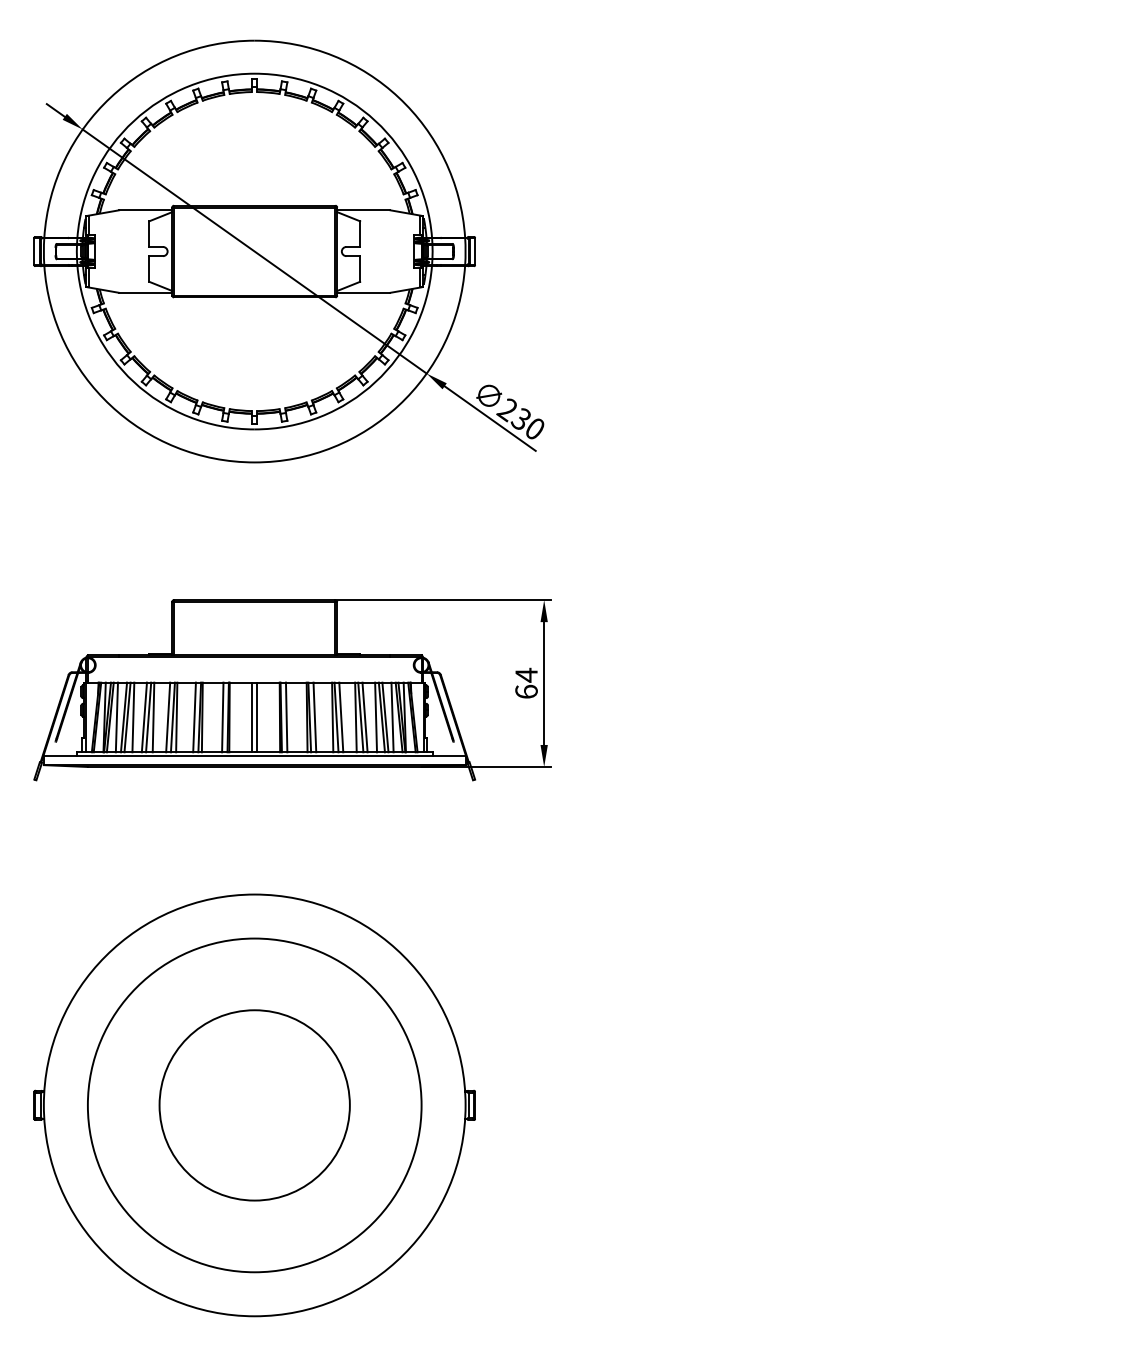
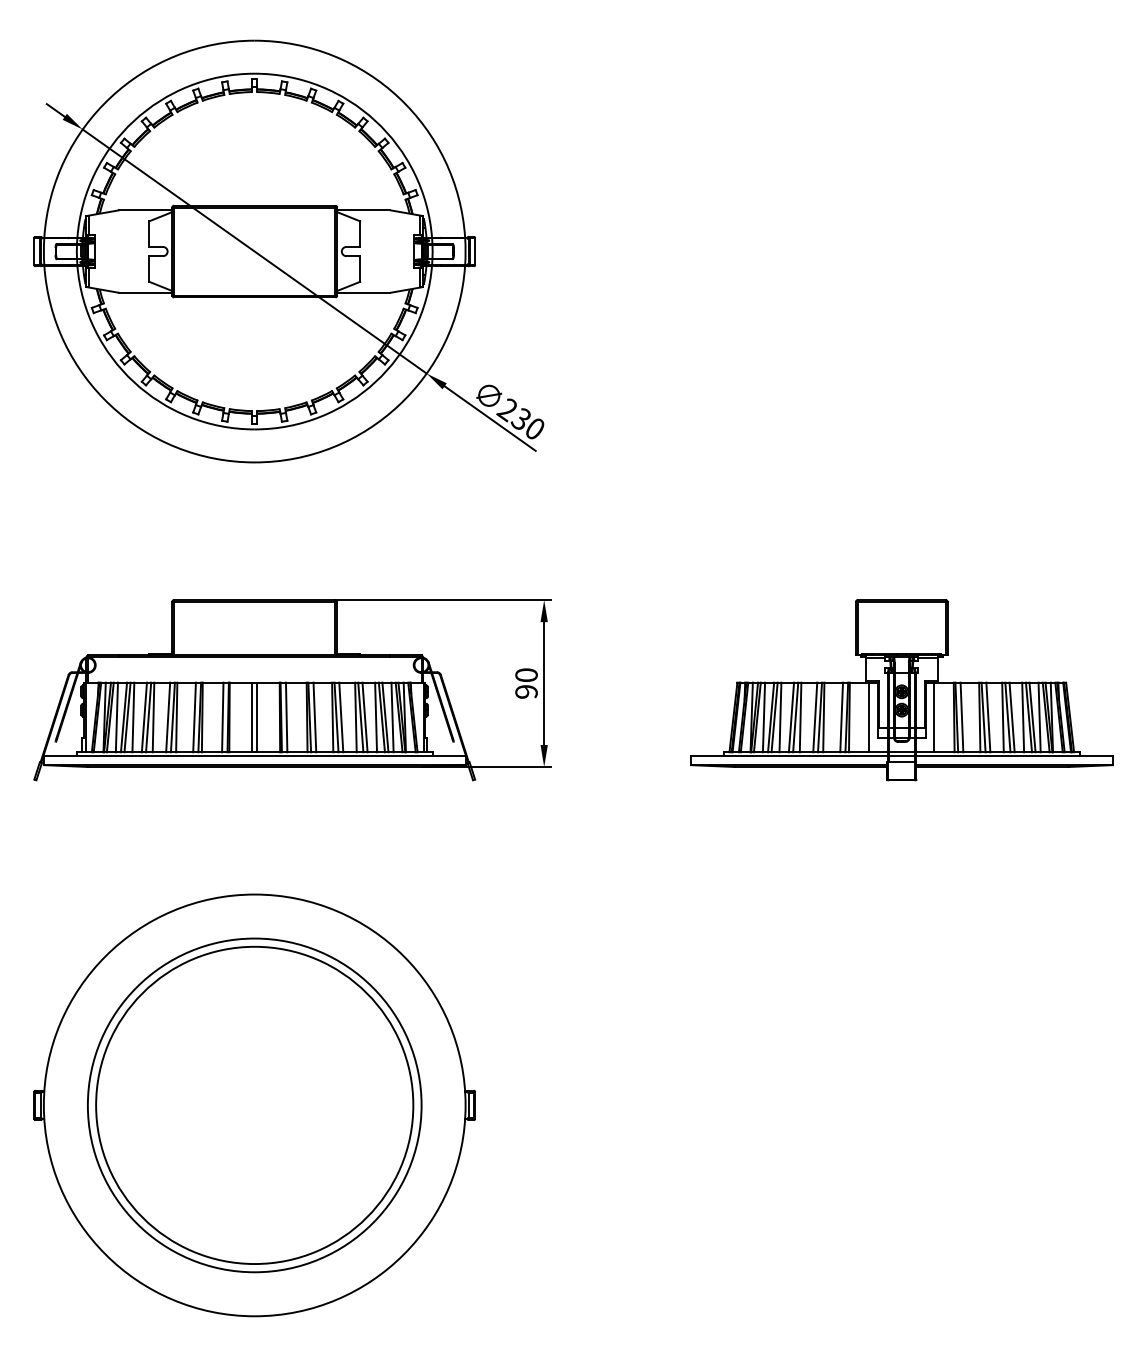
text at (526, 682): 64 -> 90
part at (901, 690): none -> present
circle at (254, 1105) diameter: 190 px -> 317 px
